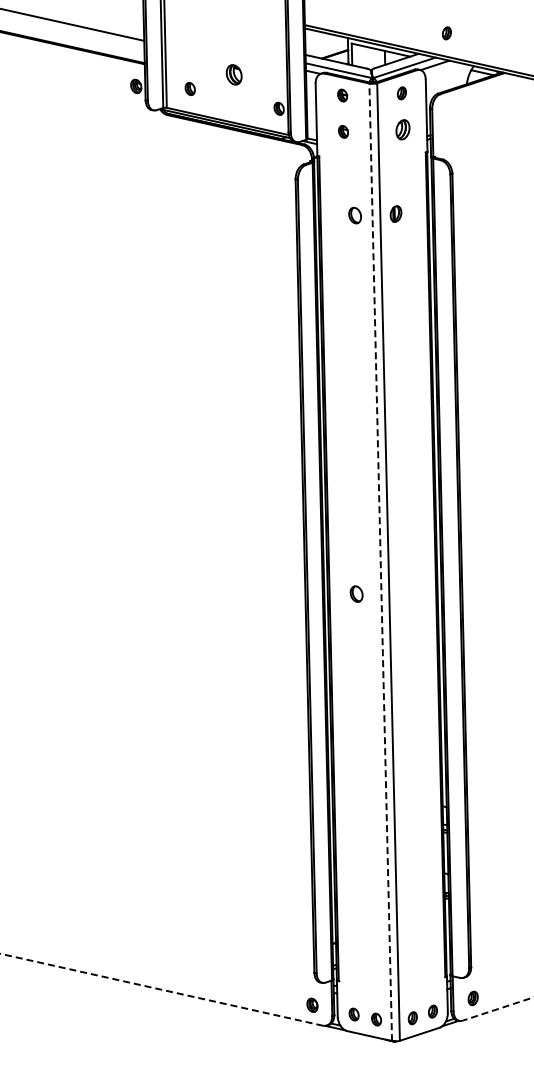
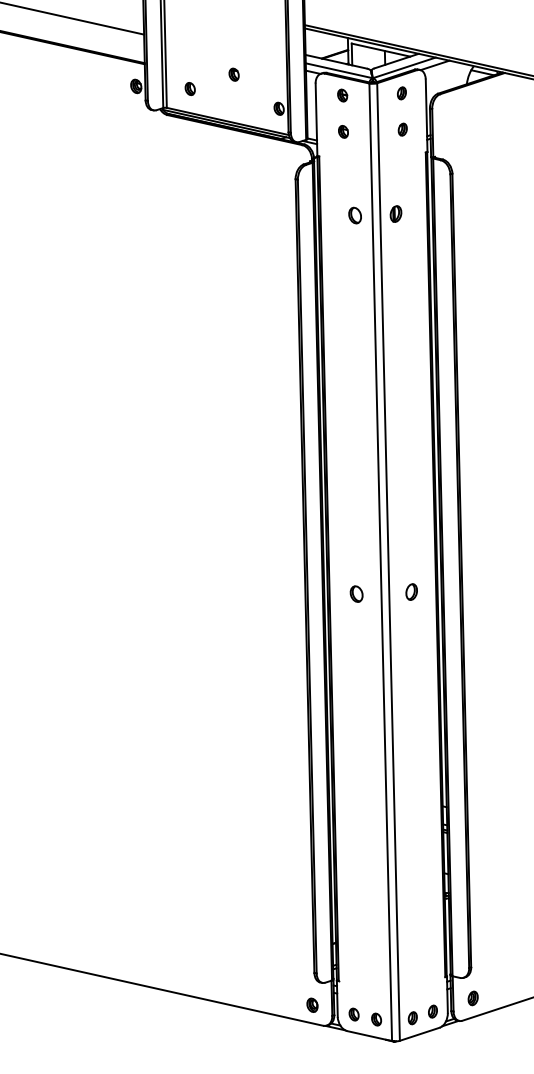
line at (72, 24) position: (72, 24) -> (73, 18)
part at (446, 33): present -> none
part at (233, 74) size: 18x22 px -> 12x15 px
part at (402, 129) size: 16x22 px -> 11x15 px
line at (380, 562): dashed -> solid
part at (411, 591): none -> present
line at (161, 989): dashed -> solid
line at (497, 1009): dashed -> solid
